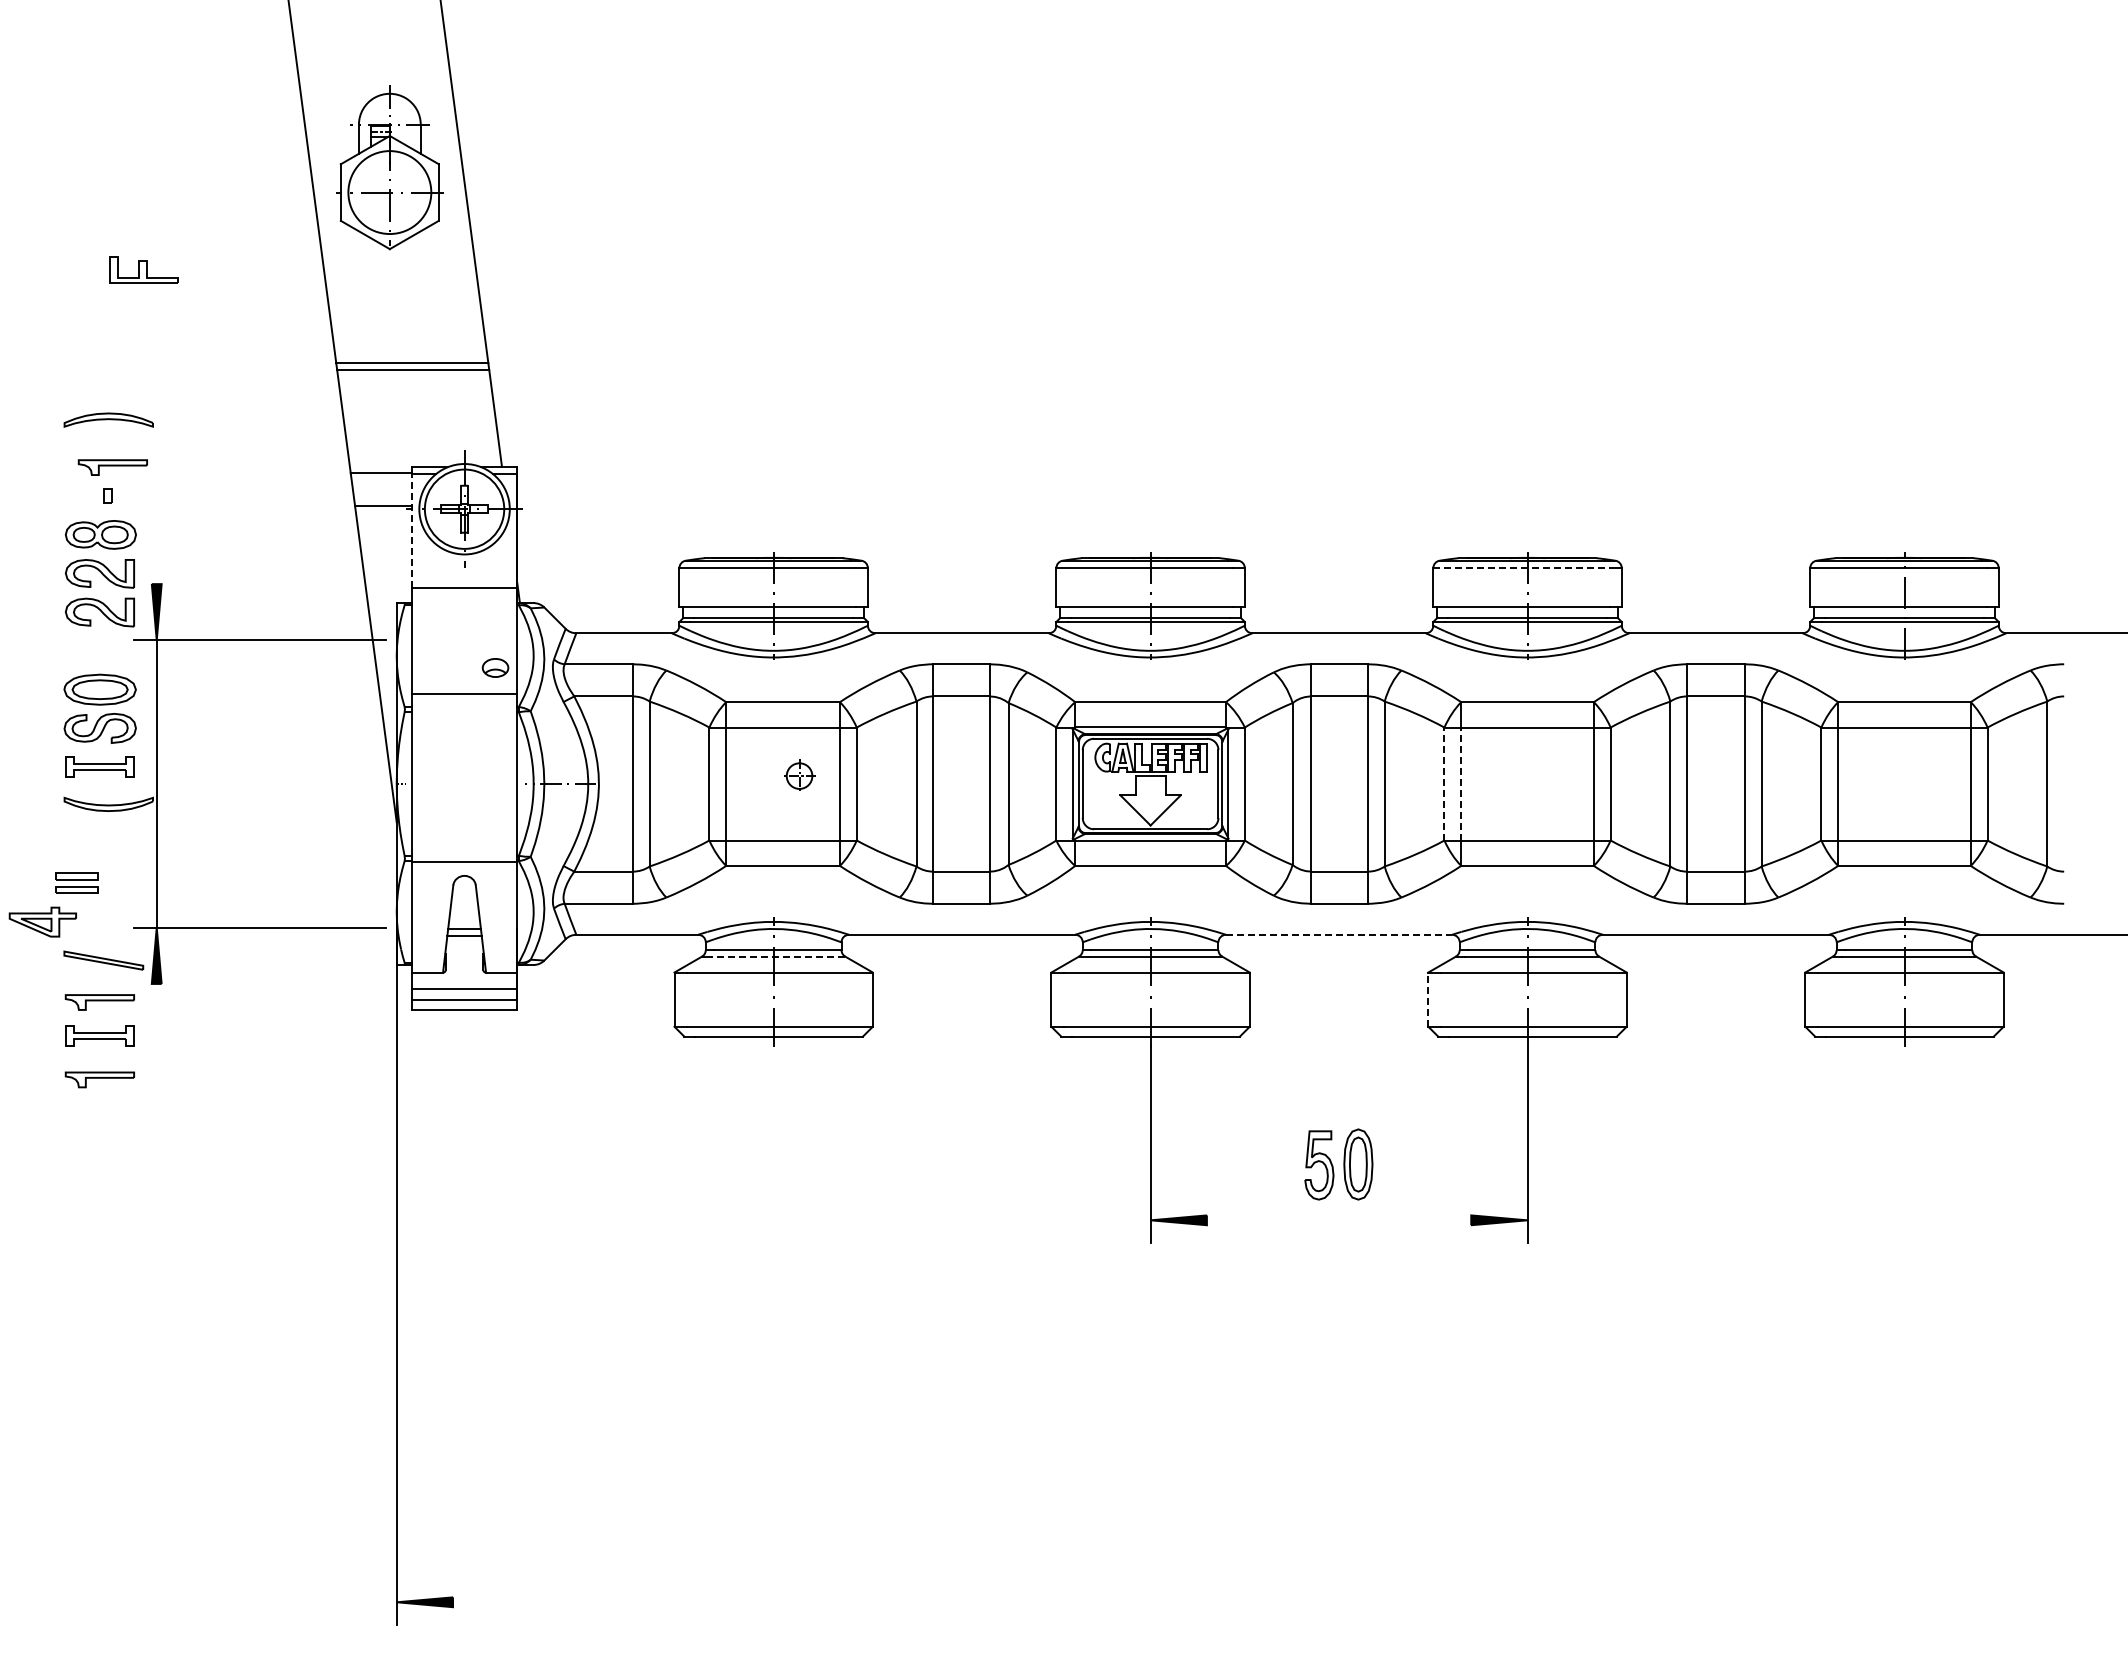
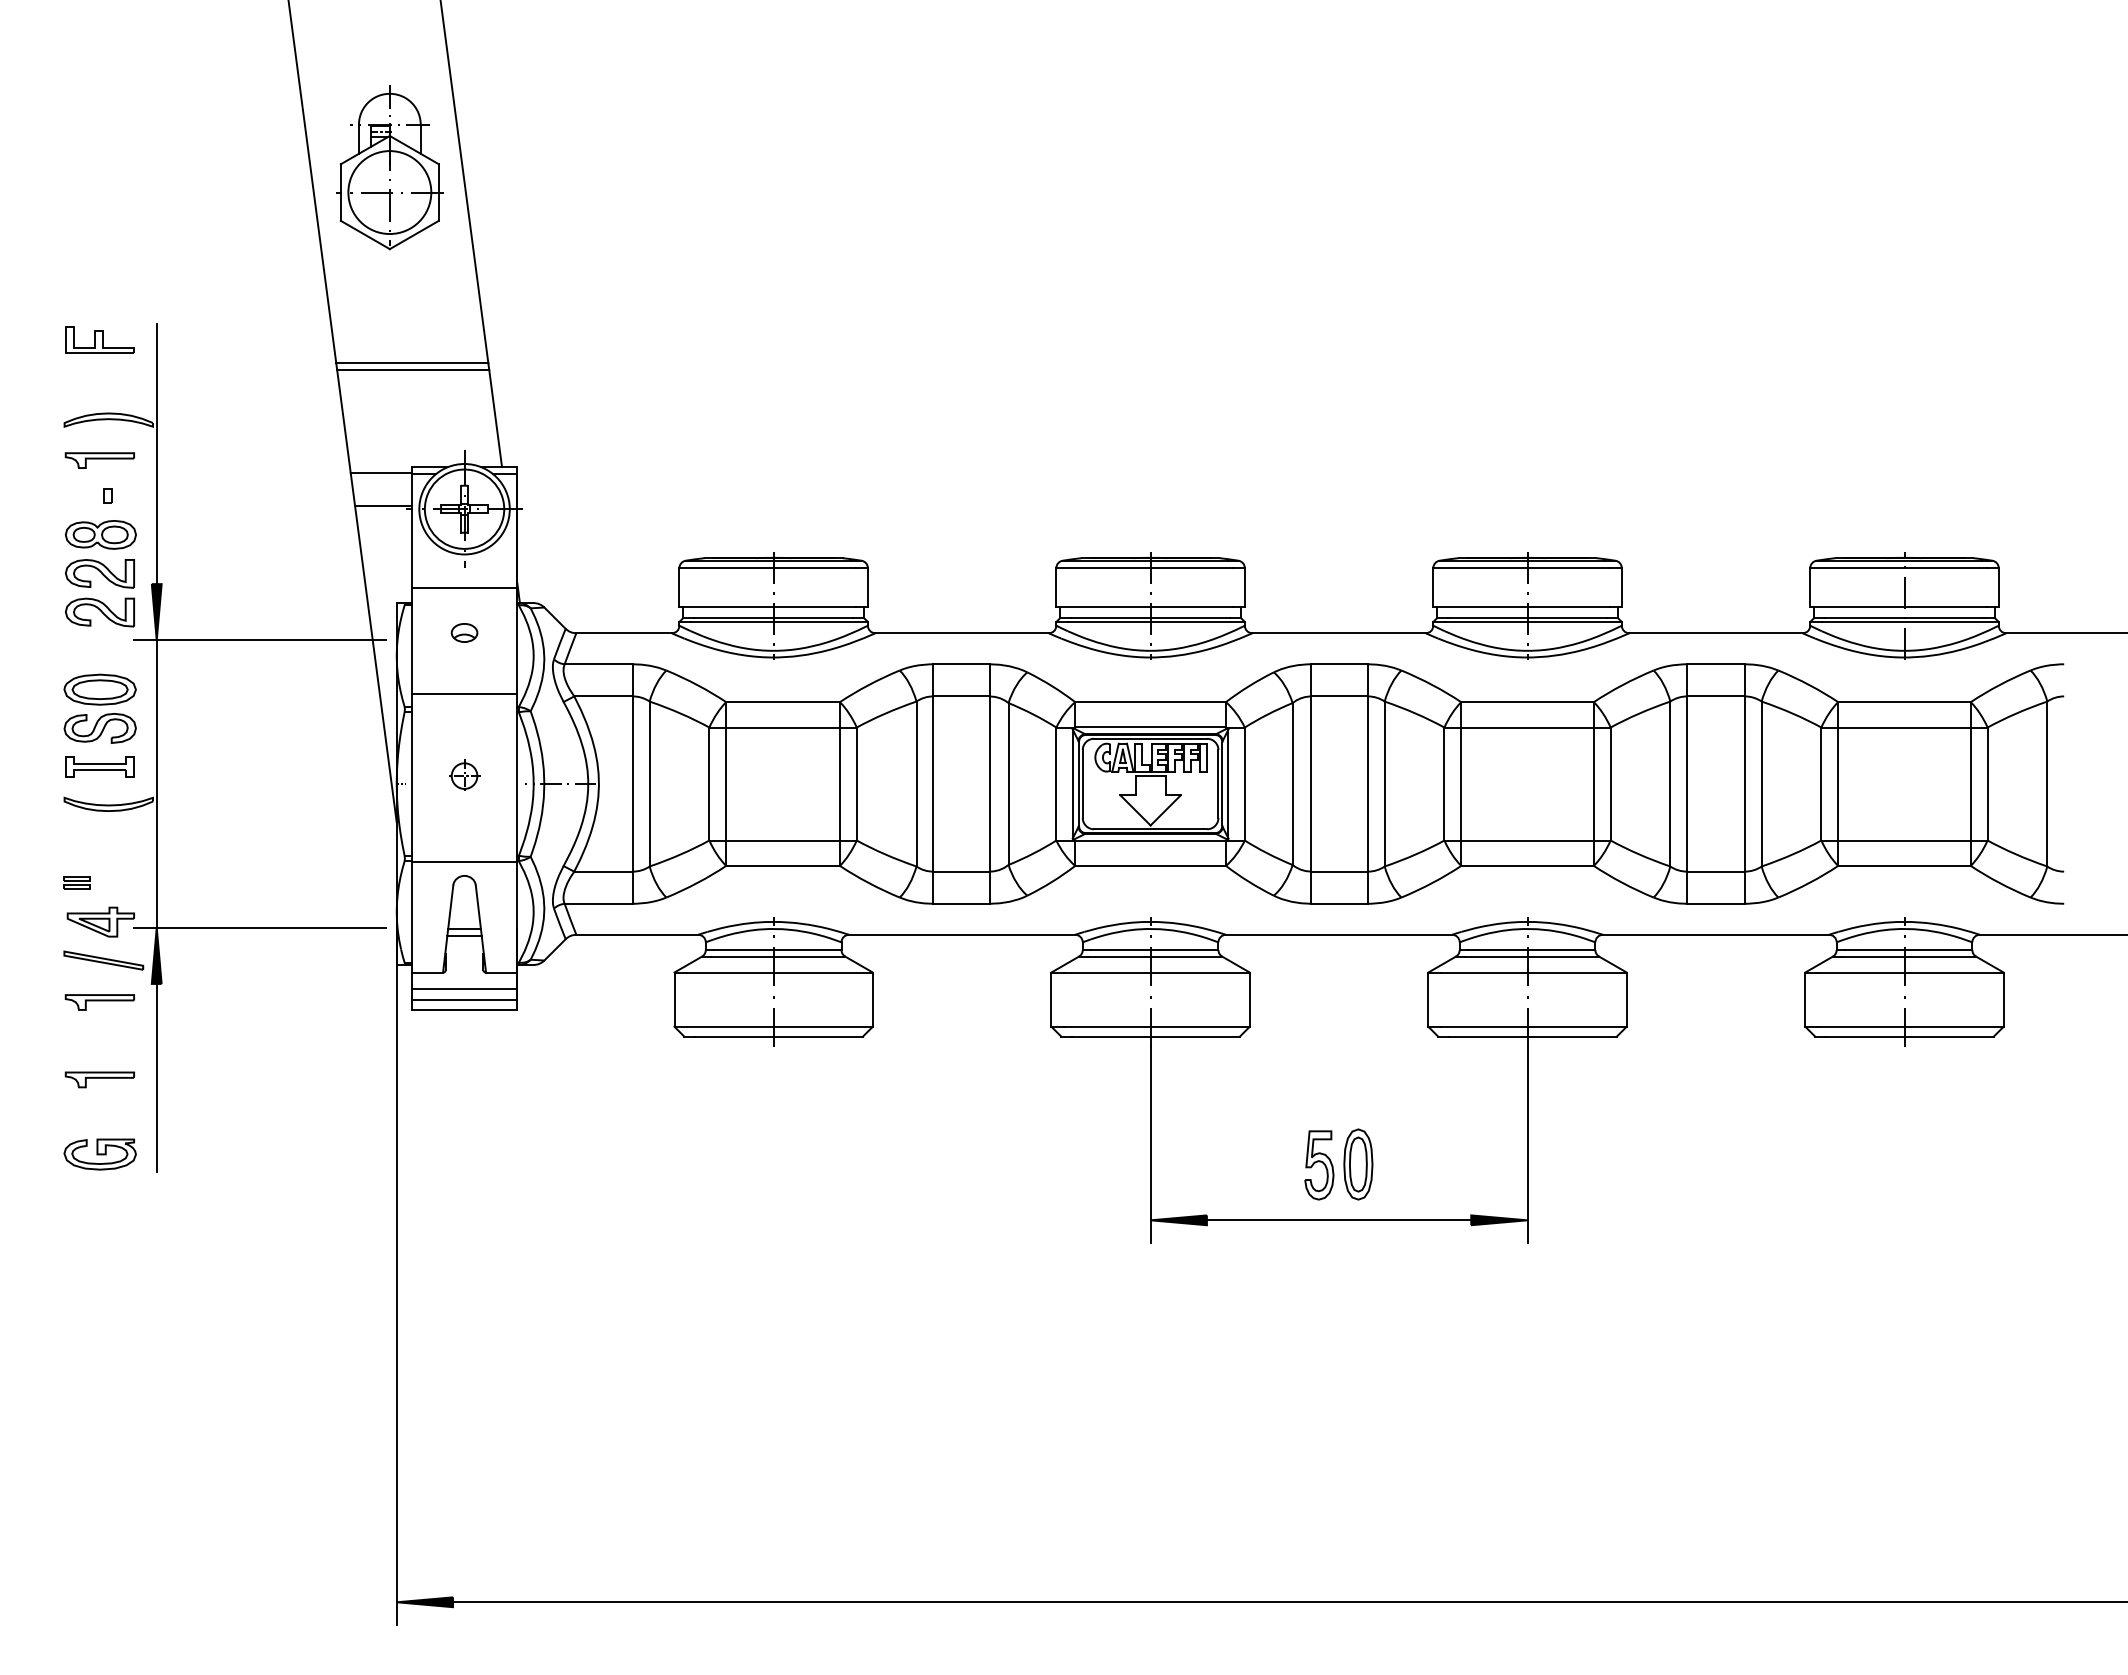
part at (143, 269) position: (143, 269) -> (99, 339)
line at (156, 453): none -> present
part at (112, 467) position: (112, 467) -> (99, 460)
line at (411, 530): dashed -> solid
line at (1522, 568): dashed -> solid
part at (495, 667) position: (495, 667) -> (464, 632)
part at (799, 774) position: (799, 774) -> (464, 774)
line at (1444, 783): dashed -> solid
line at (1461, 783): dashed -> solid
part at (76, 882) size: 44x22 px -> 28x14 px
part at (42, 921) position: (42, 921) -> (100, 921)
line at (1339, 934): dashed -> solid
line at (777, 956): dashed -> solid
line at (1428, 999): dashed -> solid
part at (99, 1035): present -> none
line at (156, 1077): none -> present
part at (99, 1154): none -> present
line at (1338, 1220): none -> present
line at (1288, 1602): none -> present
